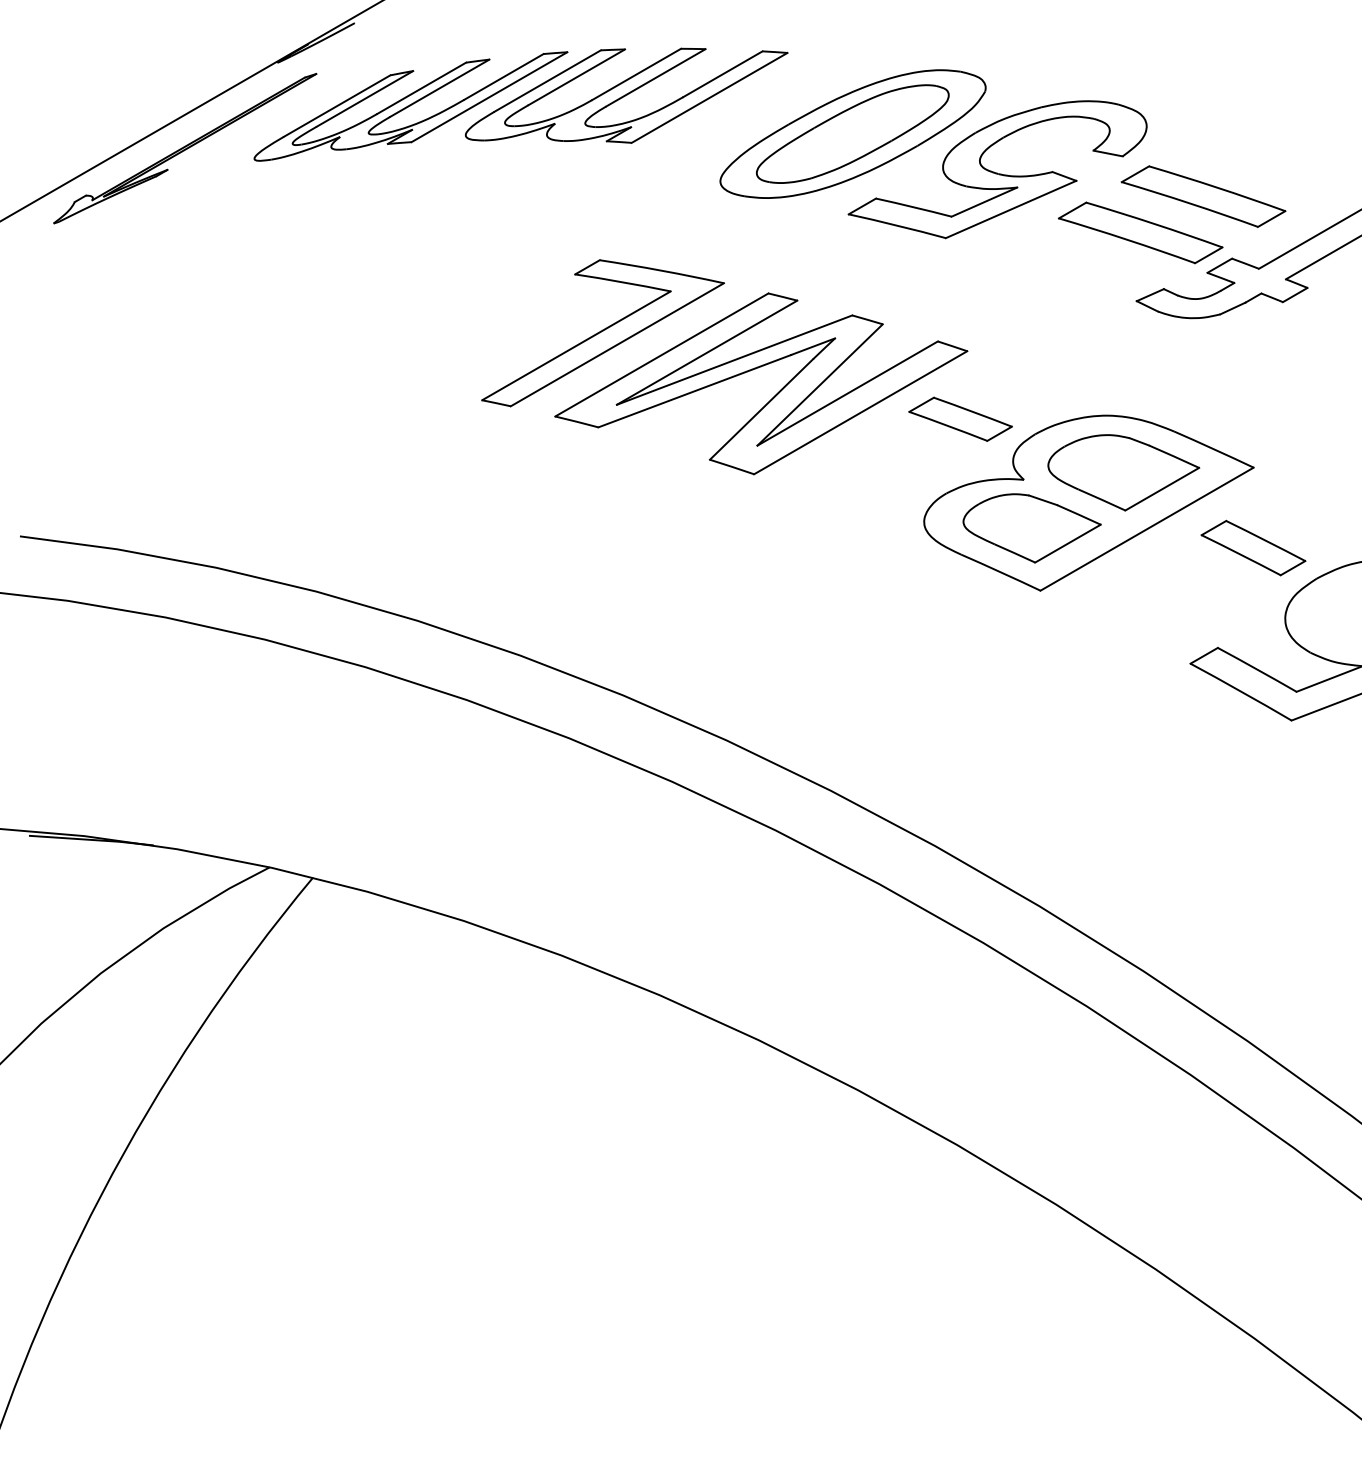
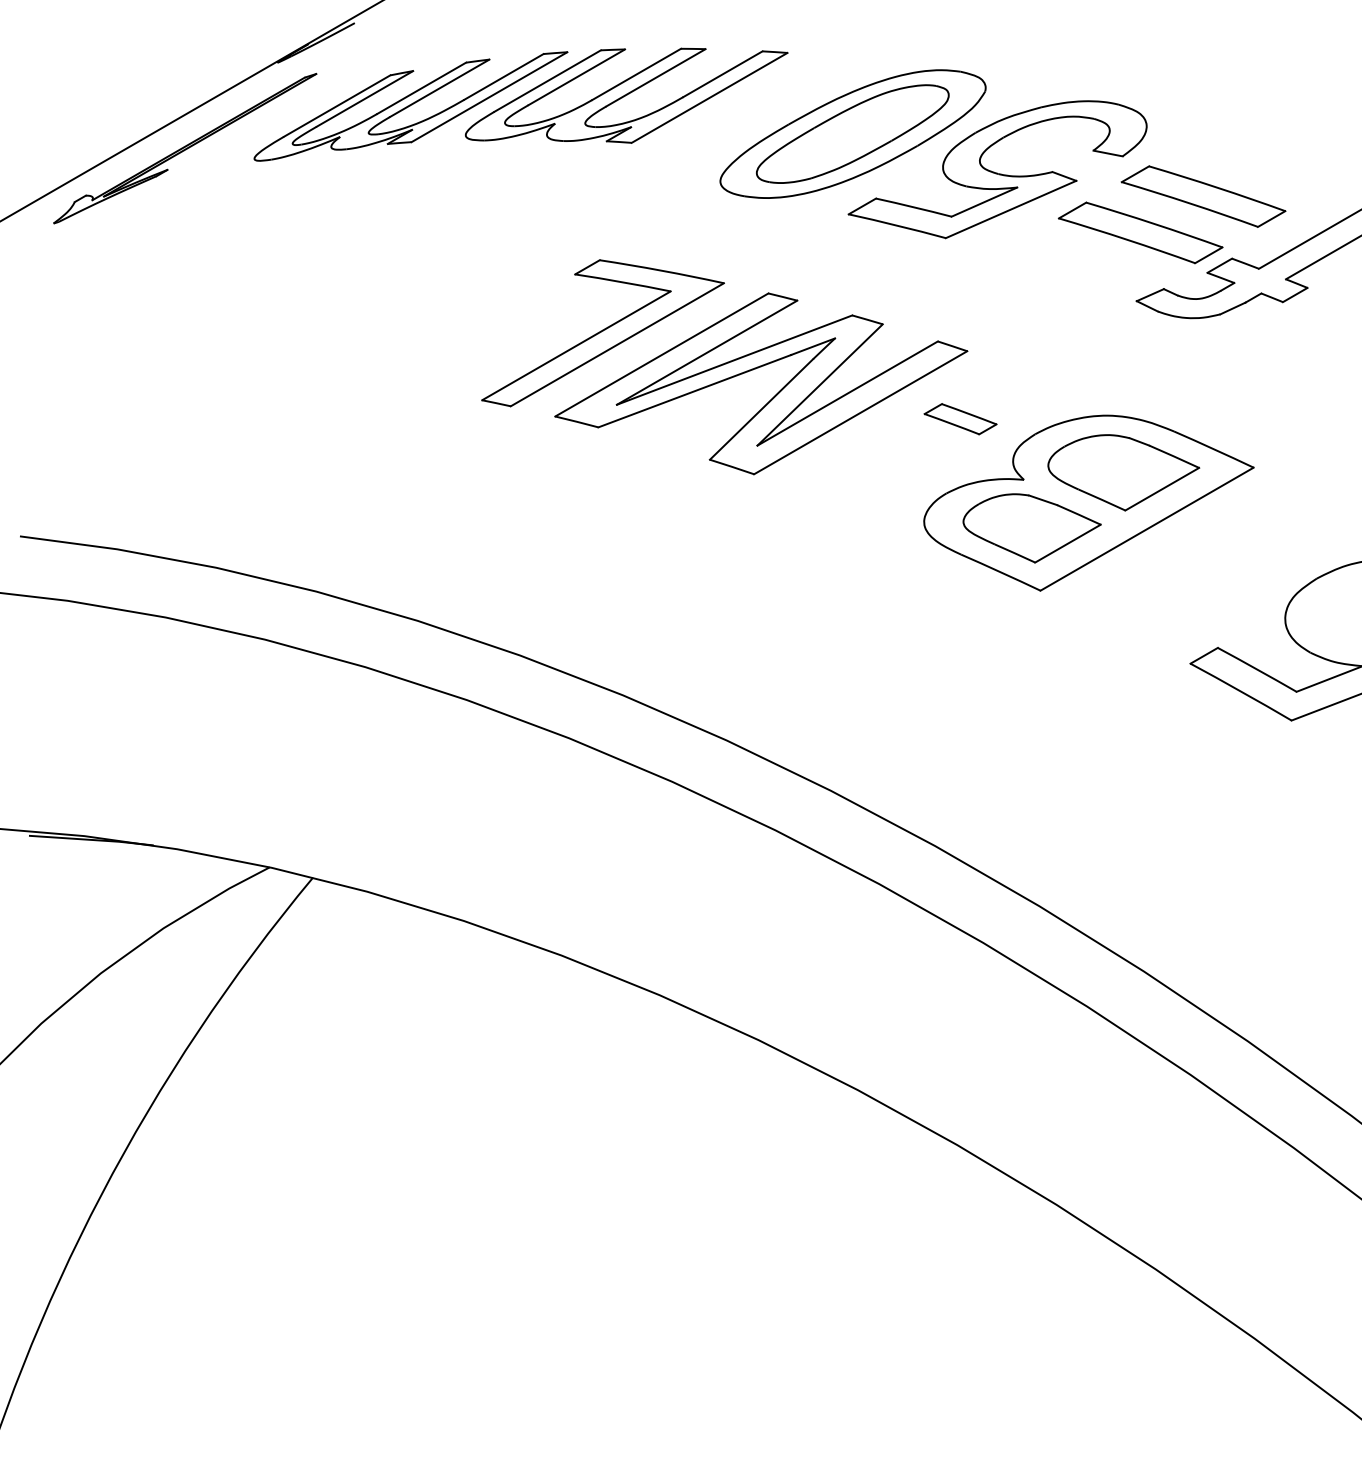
part at (960, 418) size: 105x46 px -> 75x33 px
part at (1253, 547): present -> none
